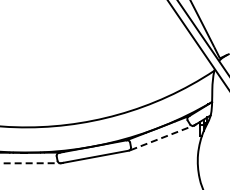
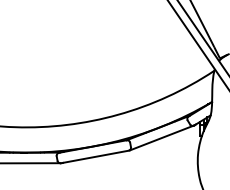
line at (161, 138): dashed -> solid
line at (30, 163): dashed -> solid
